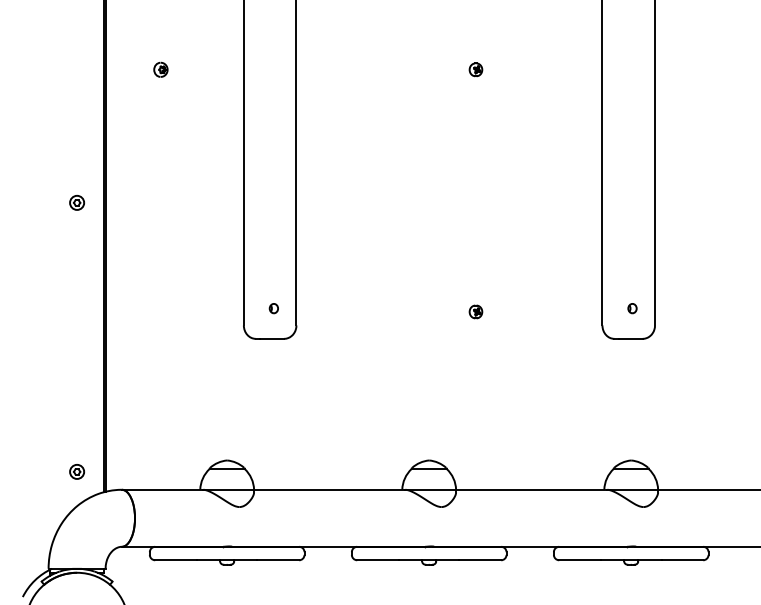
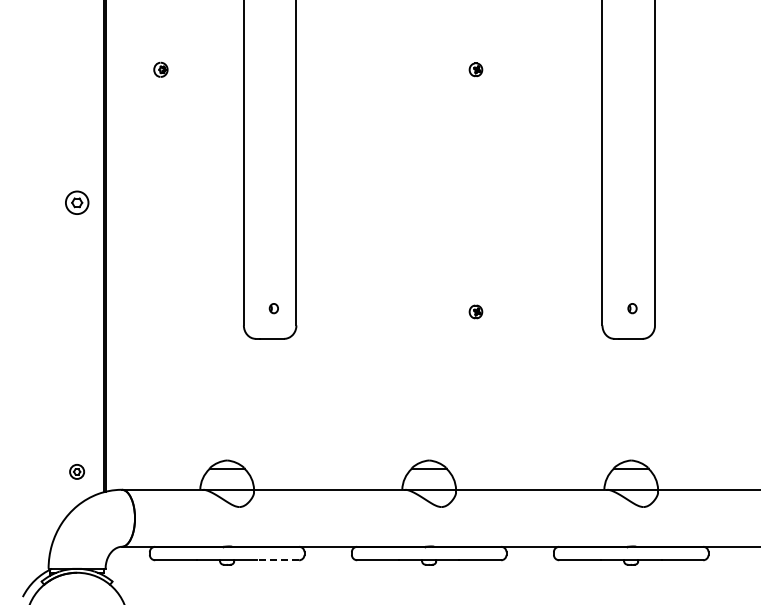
part at (76, 202) size: 16x16 px -> 25x25 px
line at (278, 560): solid -> dashed
